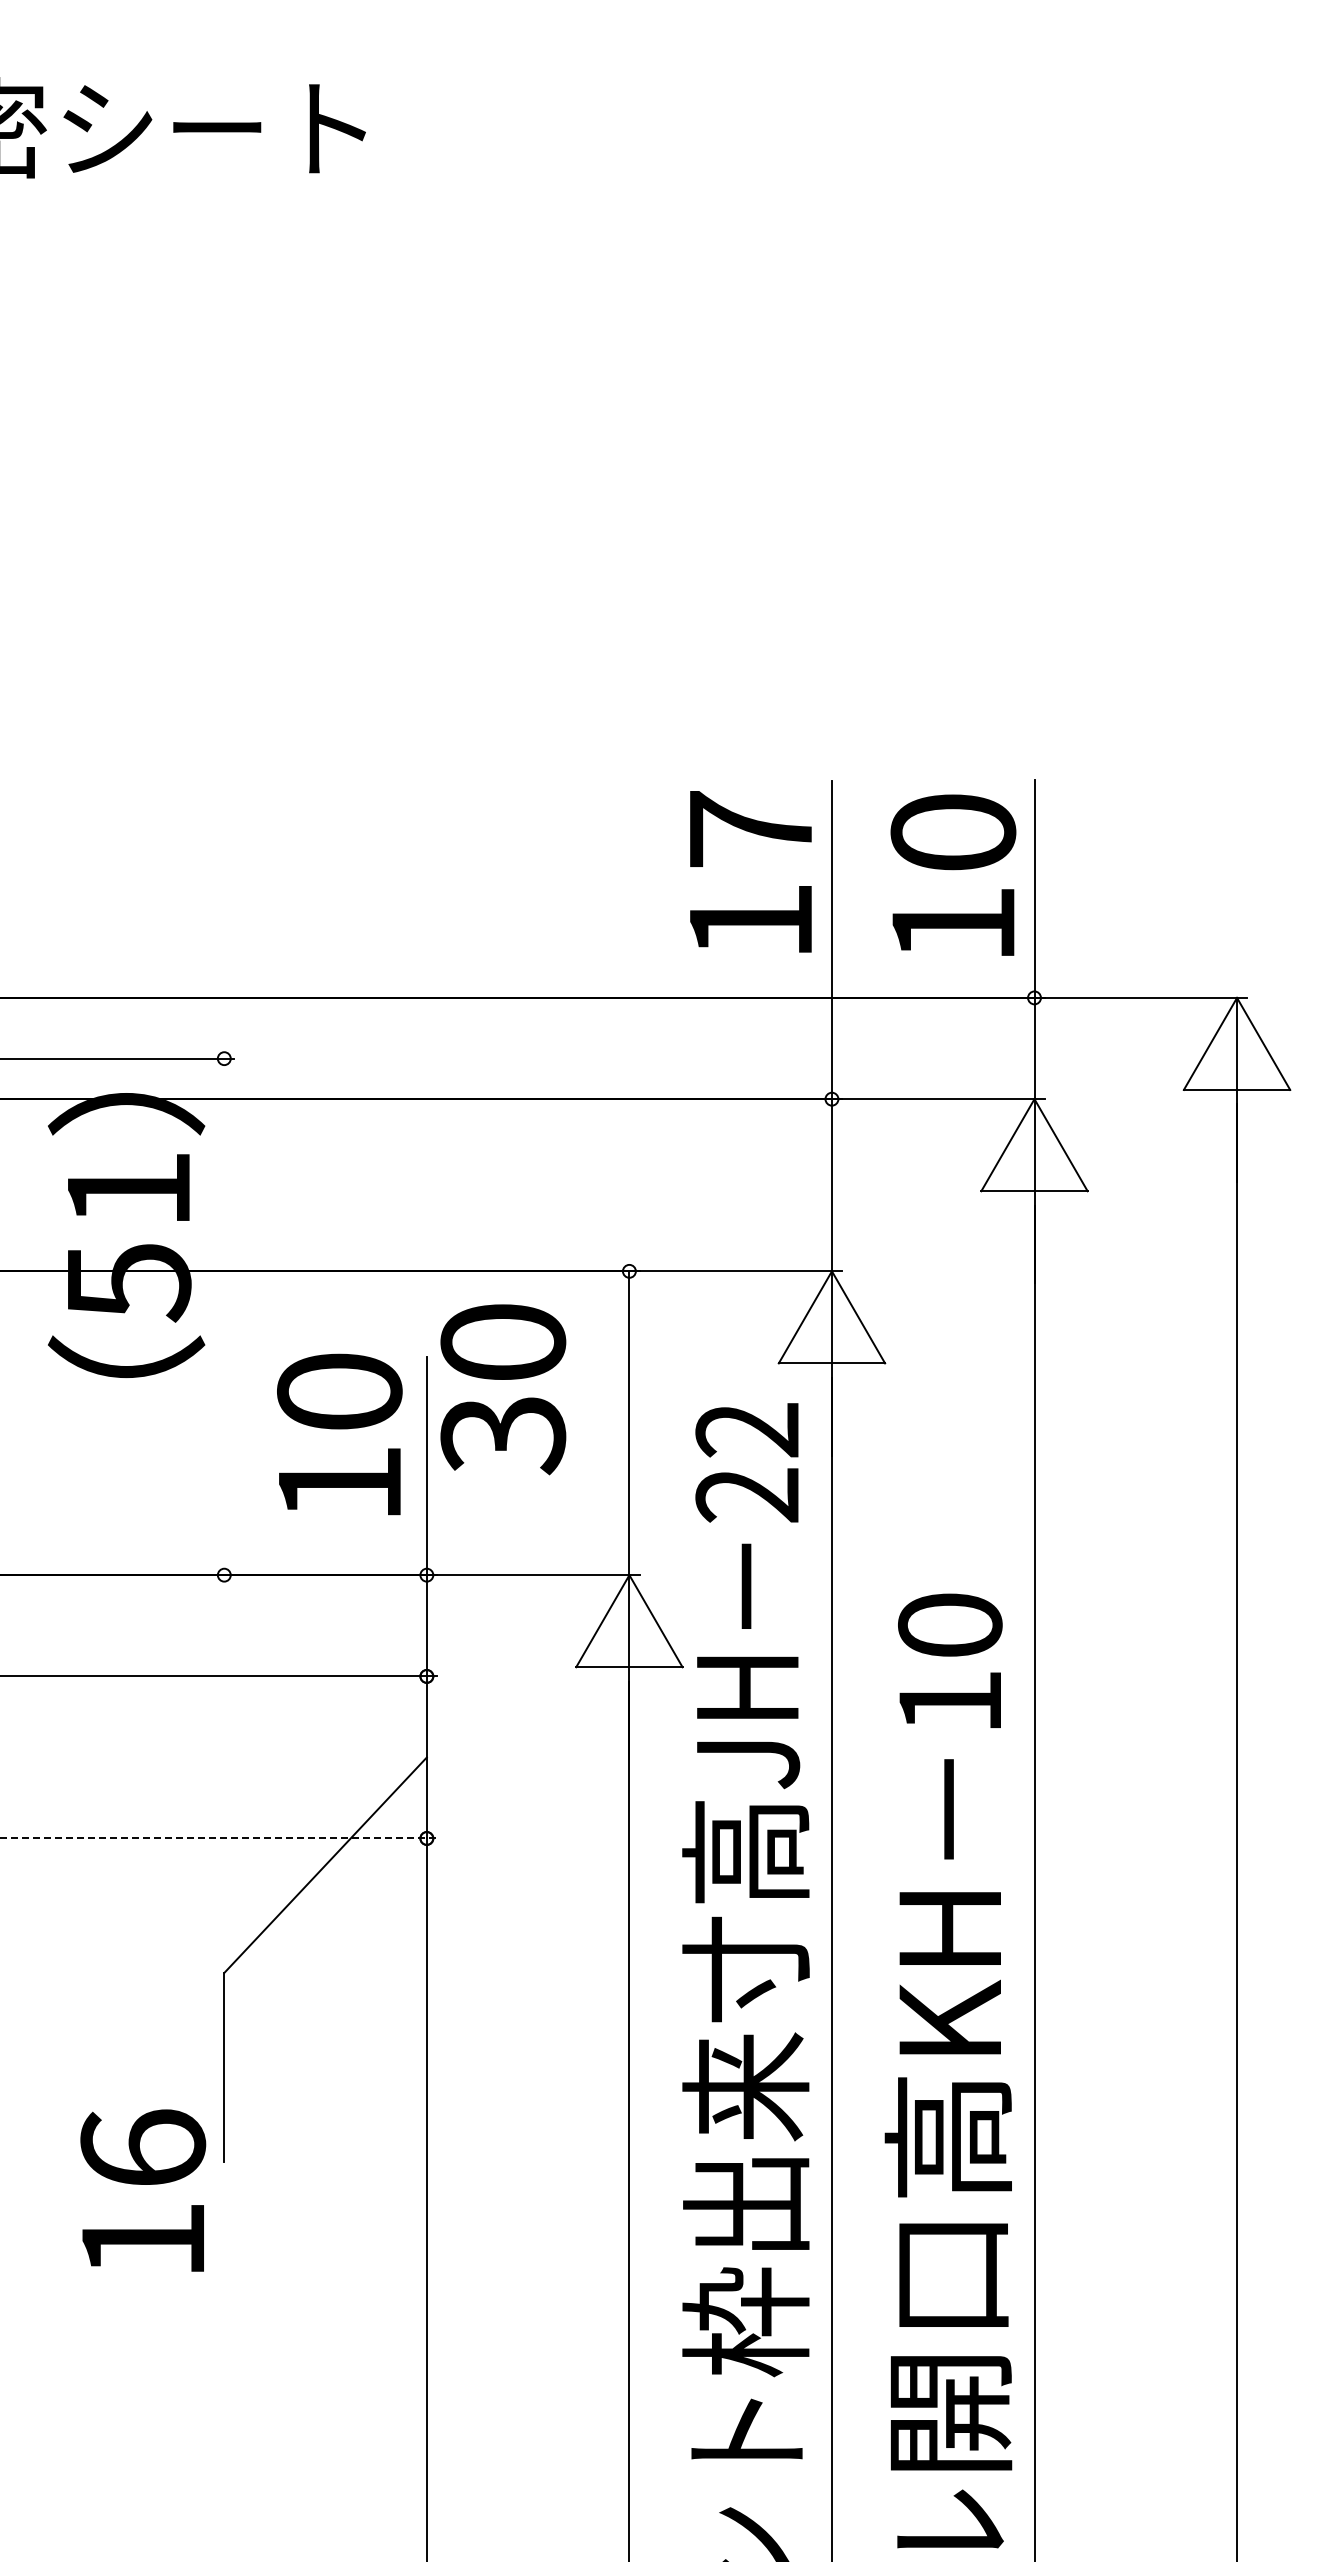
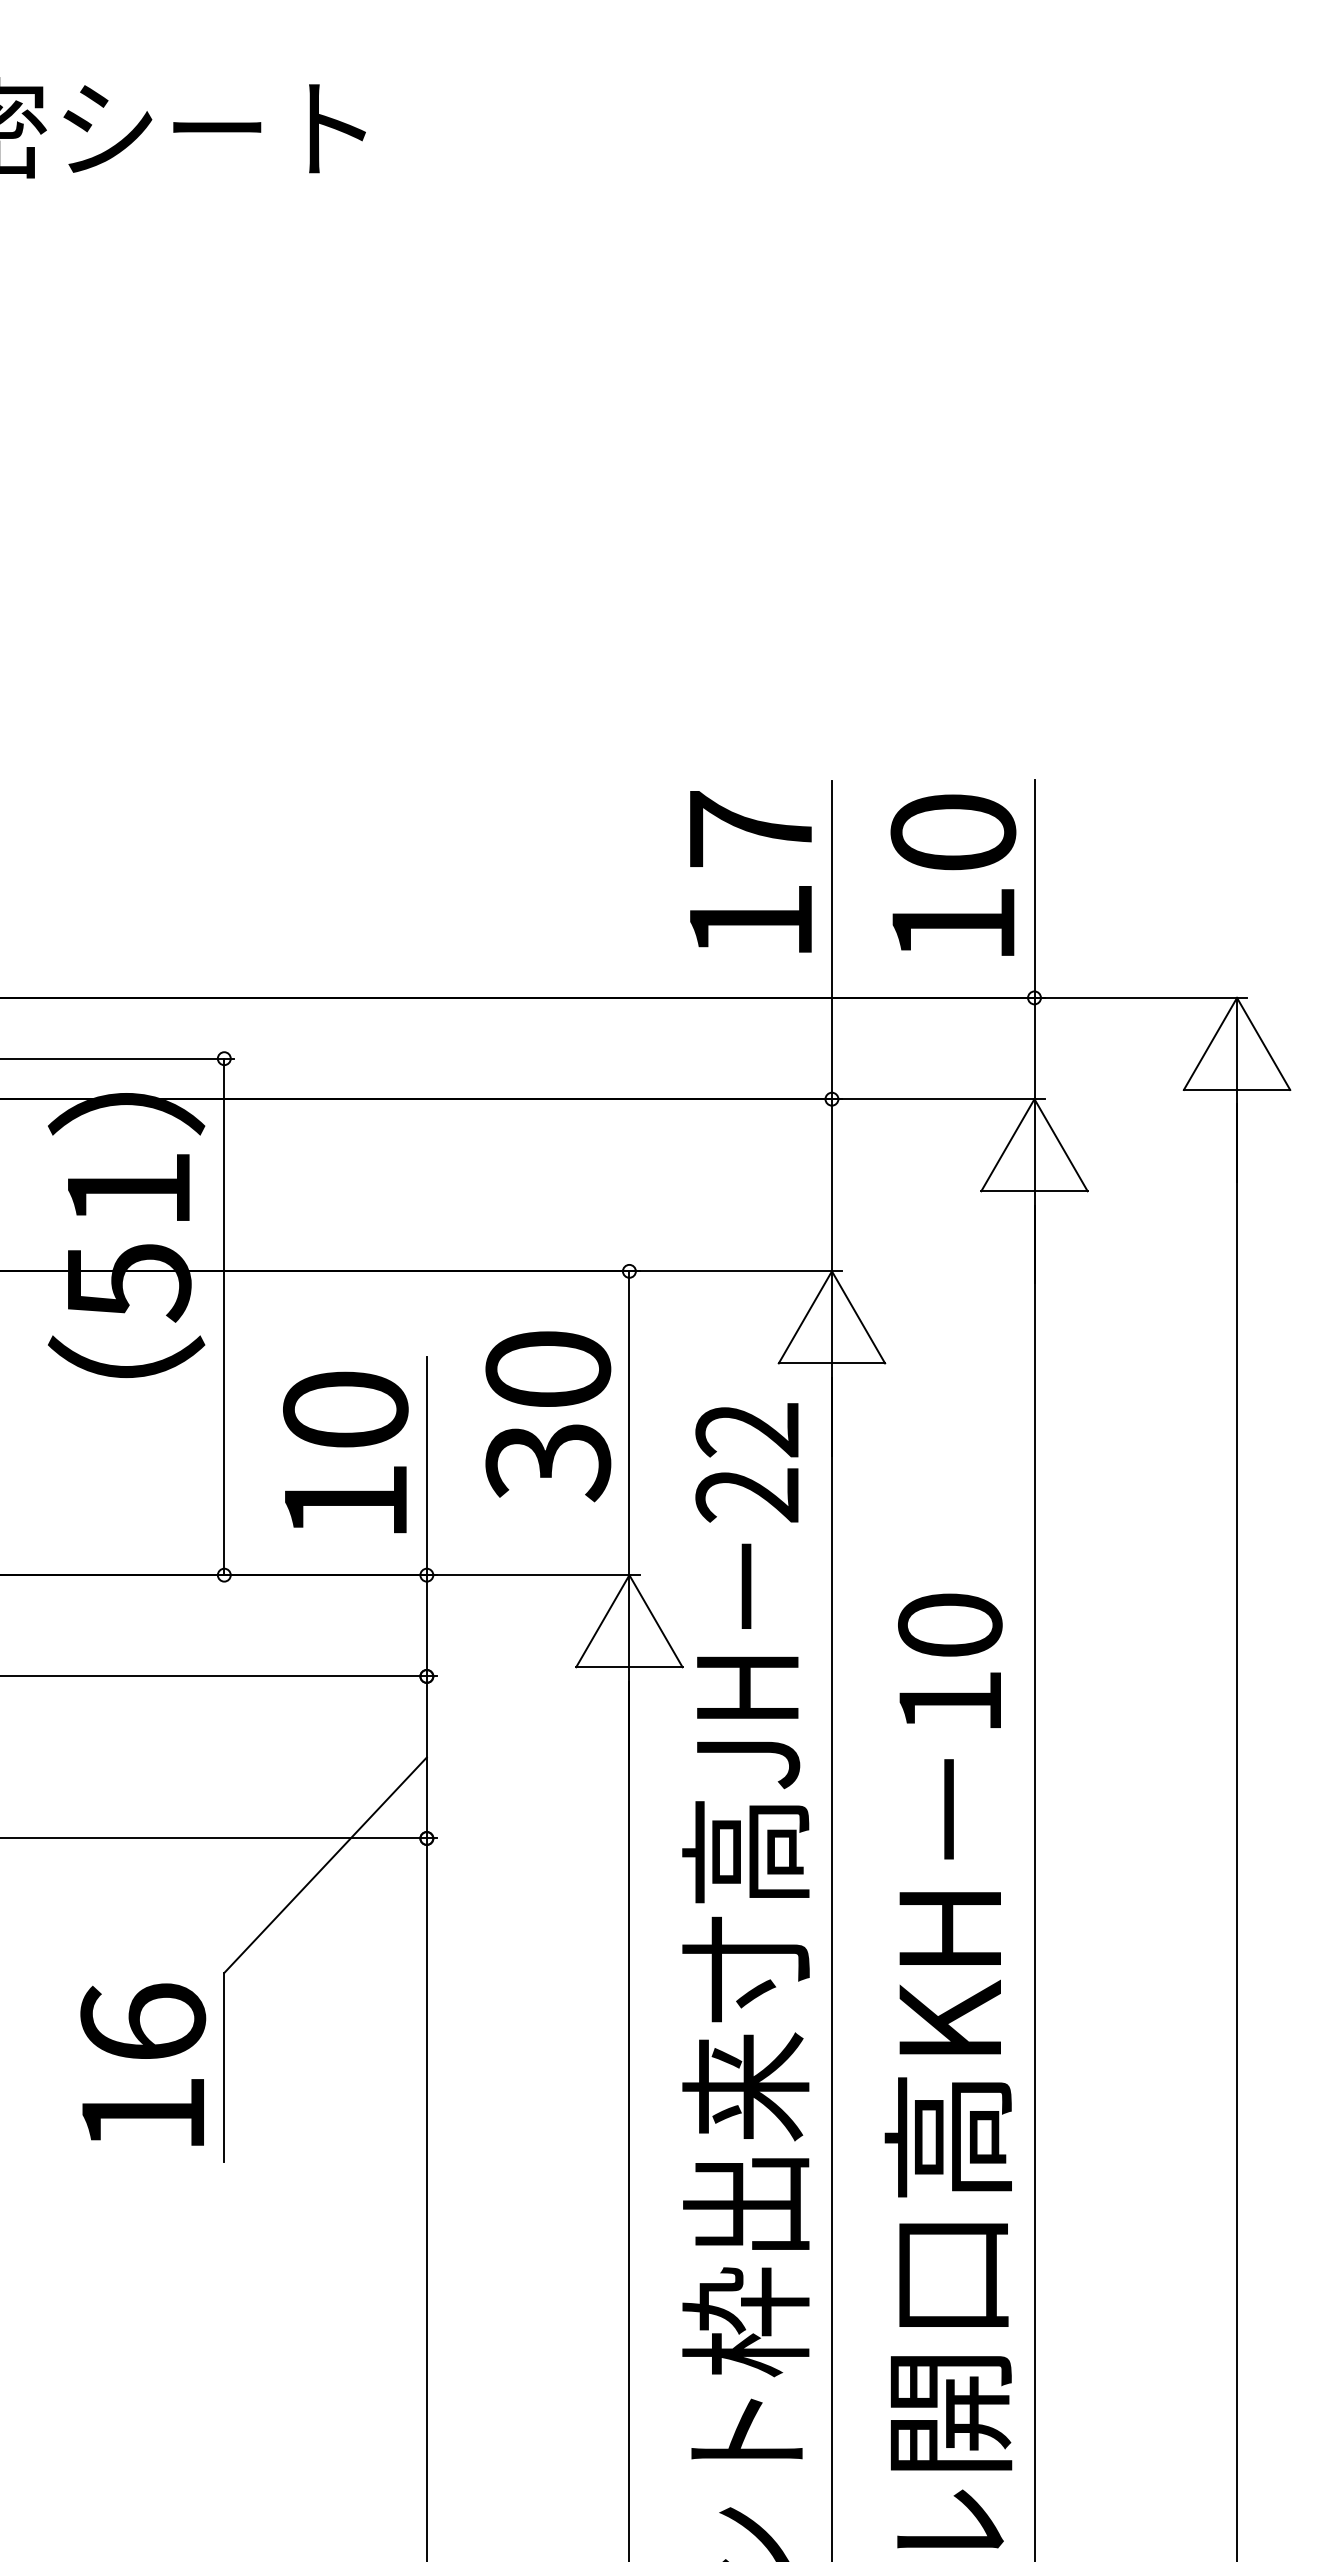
line at (224, 1316): none -> present
text at (503, 1389) position: (503, 1389) -> (548, 1416)
text at (339, 1434) position: (339, 1434) -> (345, 1452)
line at (219, 1838): dashed -> solid
text at (143, 2190) position: (143, 2190) -> (143, 2064)
